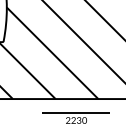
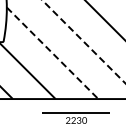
line at (83, 41): solid -> dashed
line at (52, 53): solid -> dashed
